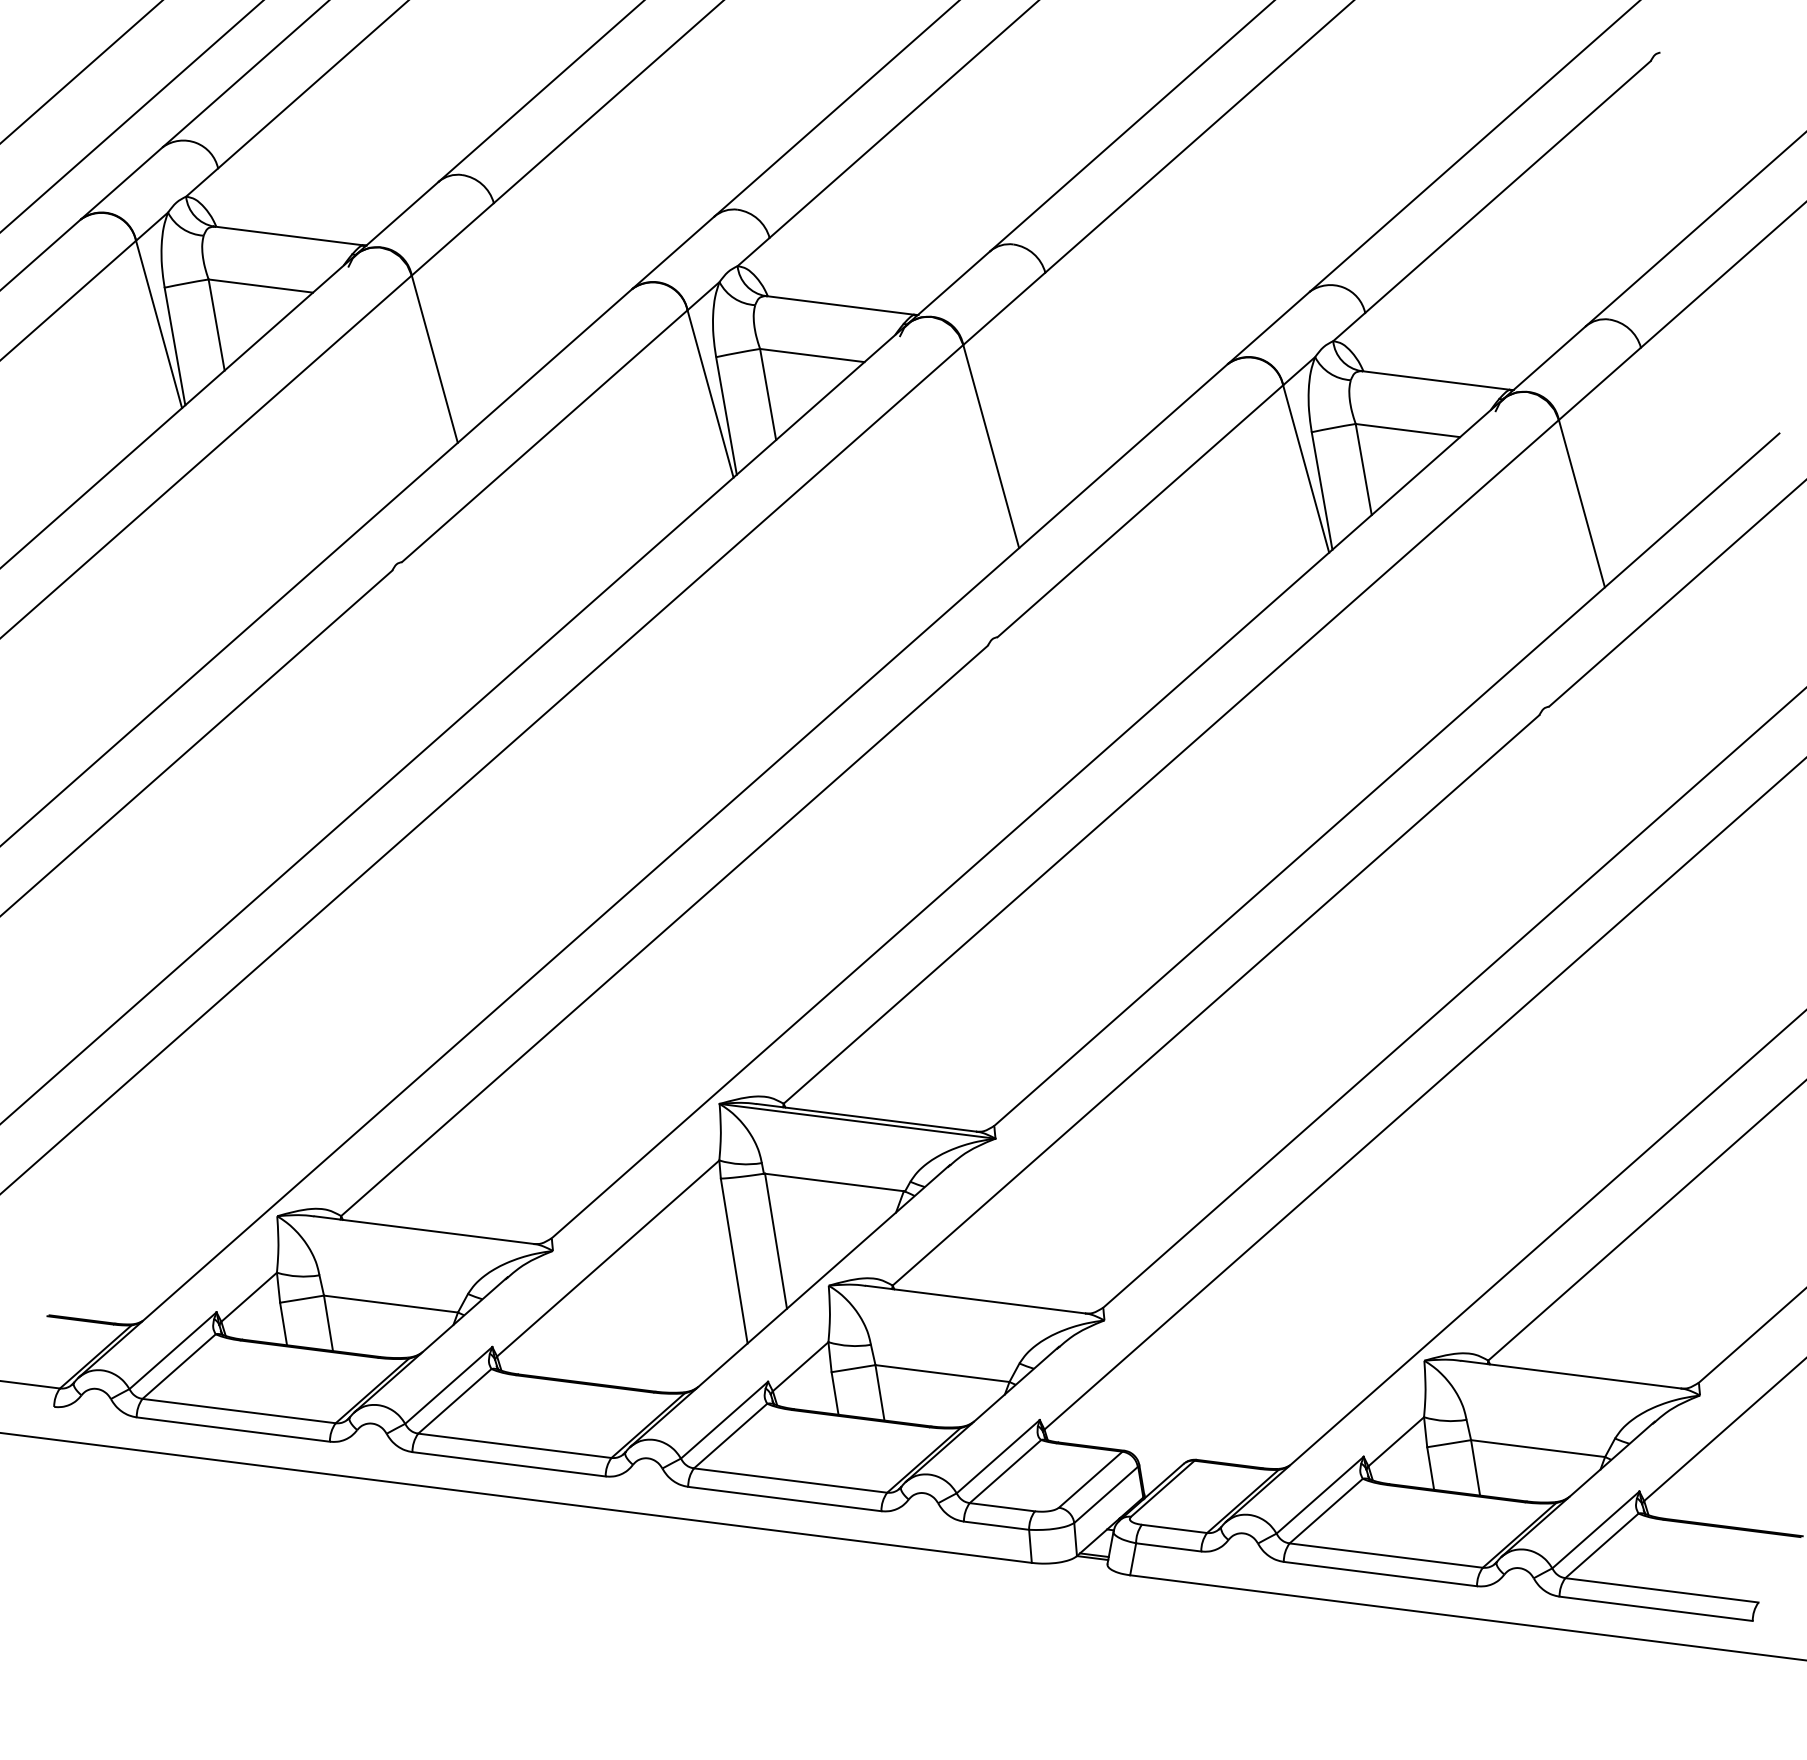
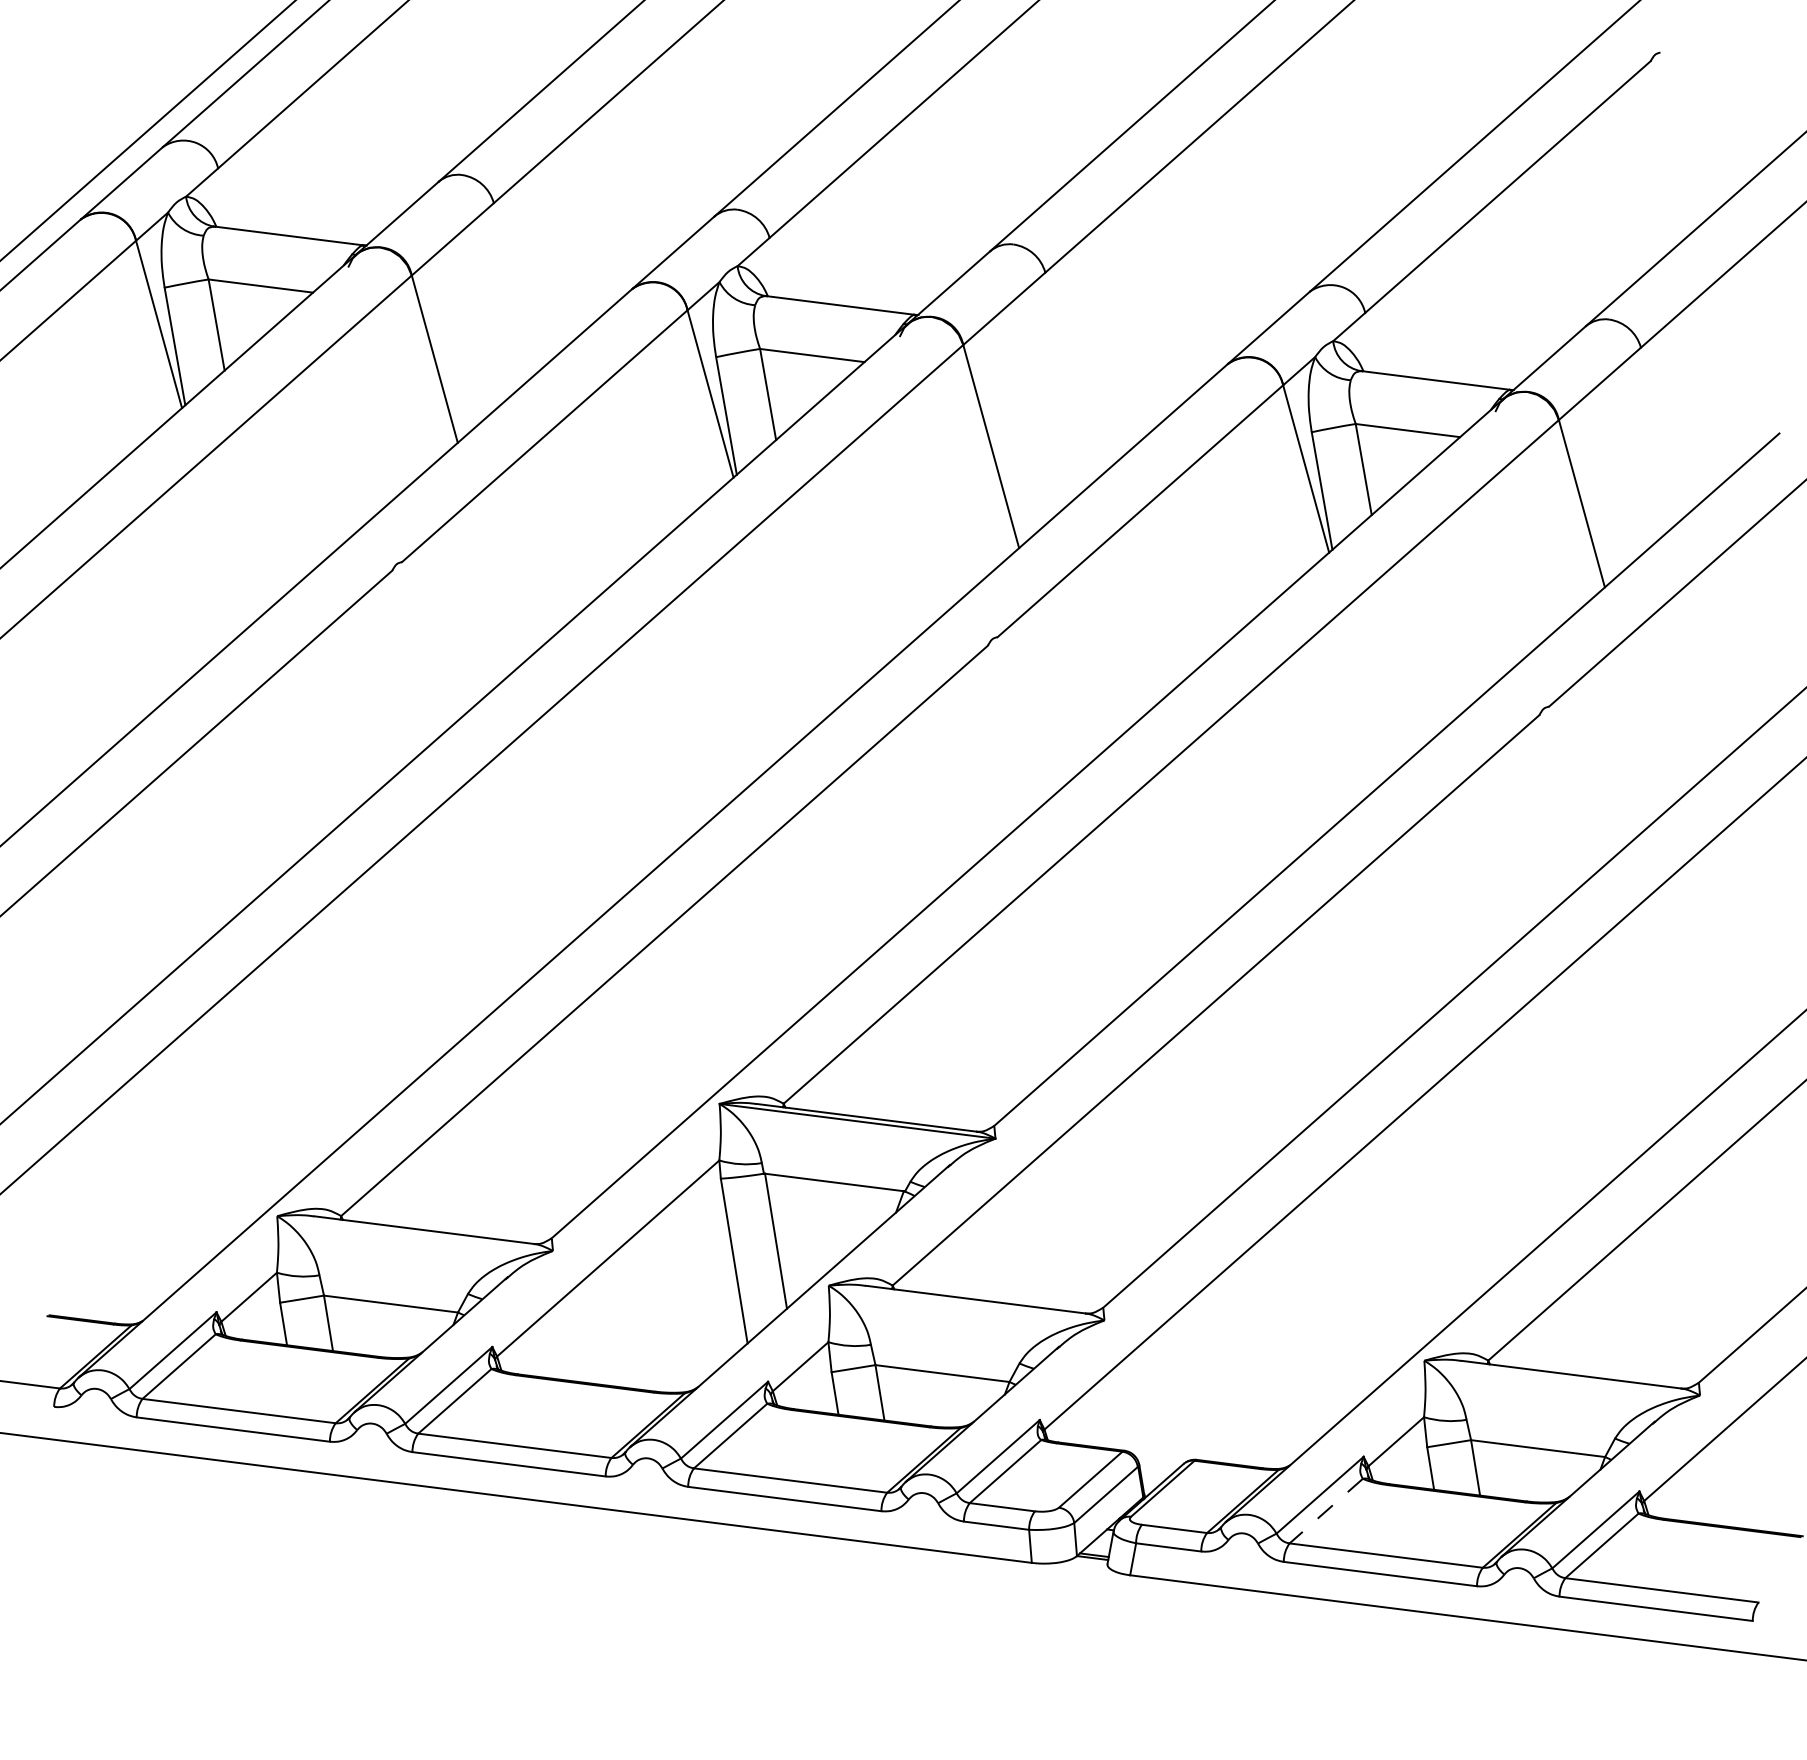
line at (81, 72): present -> none
line at (131, 116) position: (131, 116) -> (147, 130)
line at (1326, 1511): solid -> dashed
